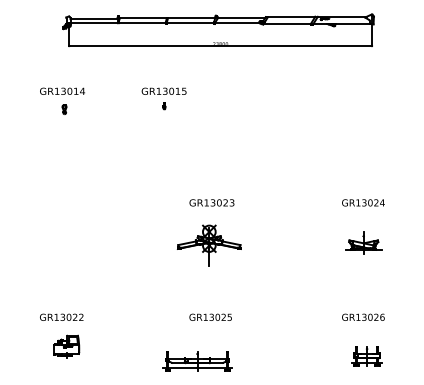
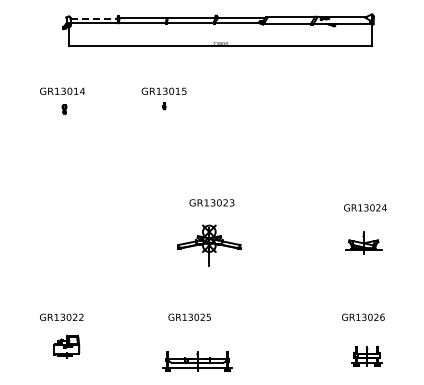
line at (94, 18): solid -> dashed
text at (363, 202) position: (363, 202) -> (365, 207)
text at (210, 316) position: (210, 316) -> (189, 316)
